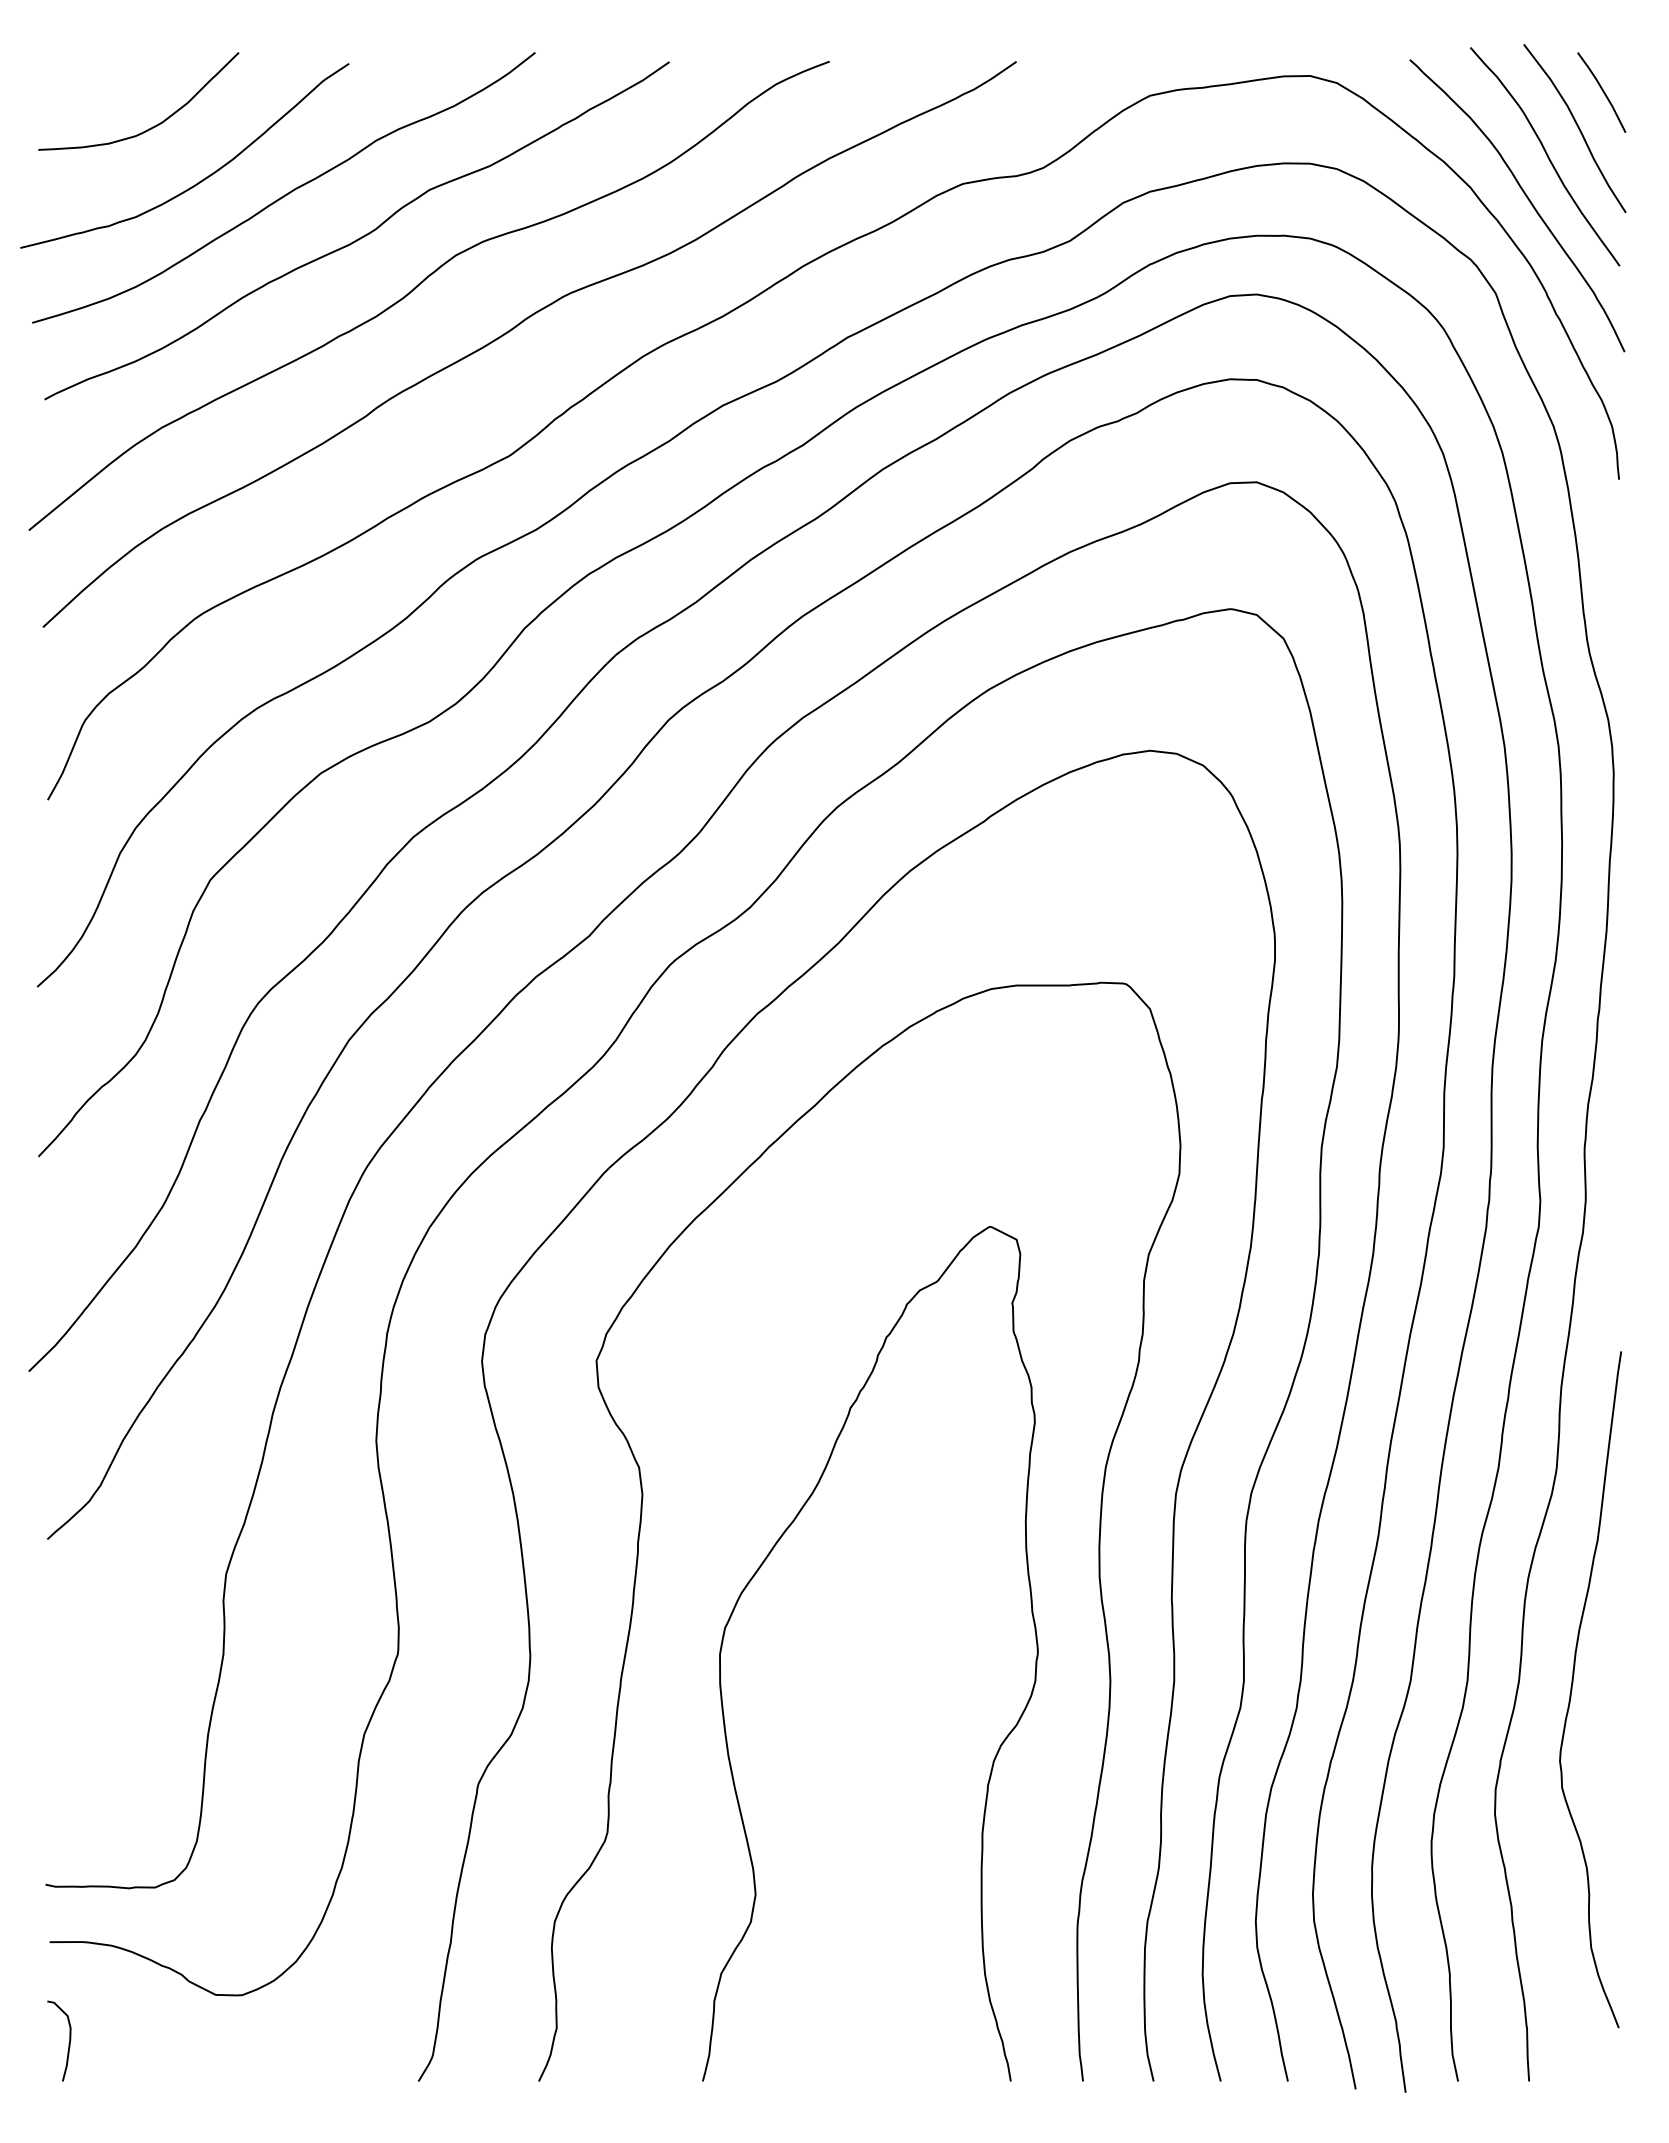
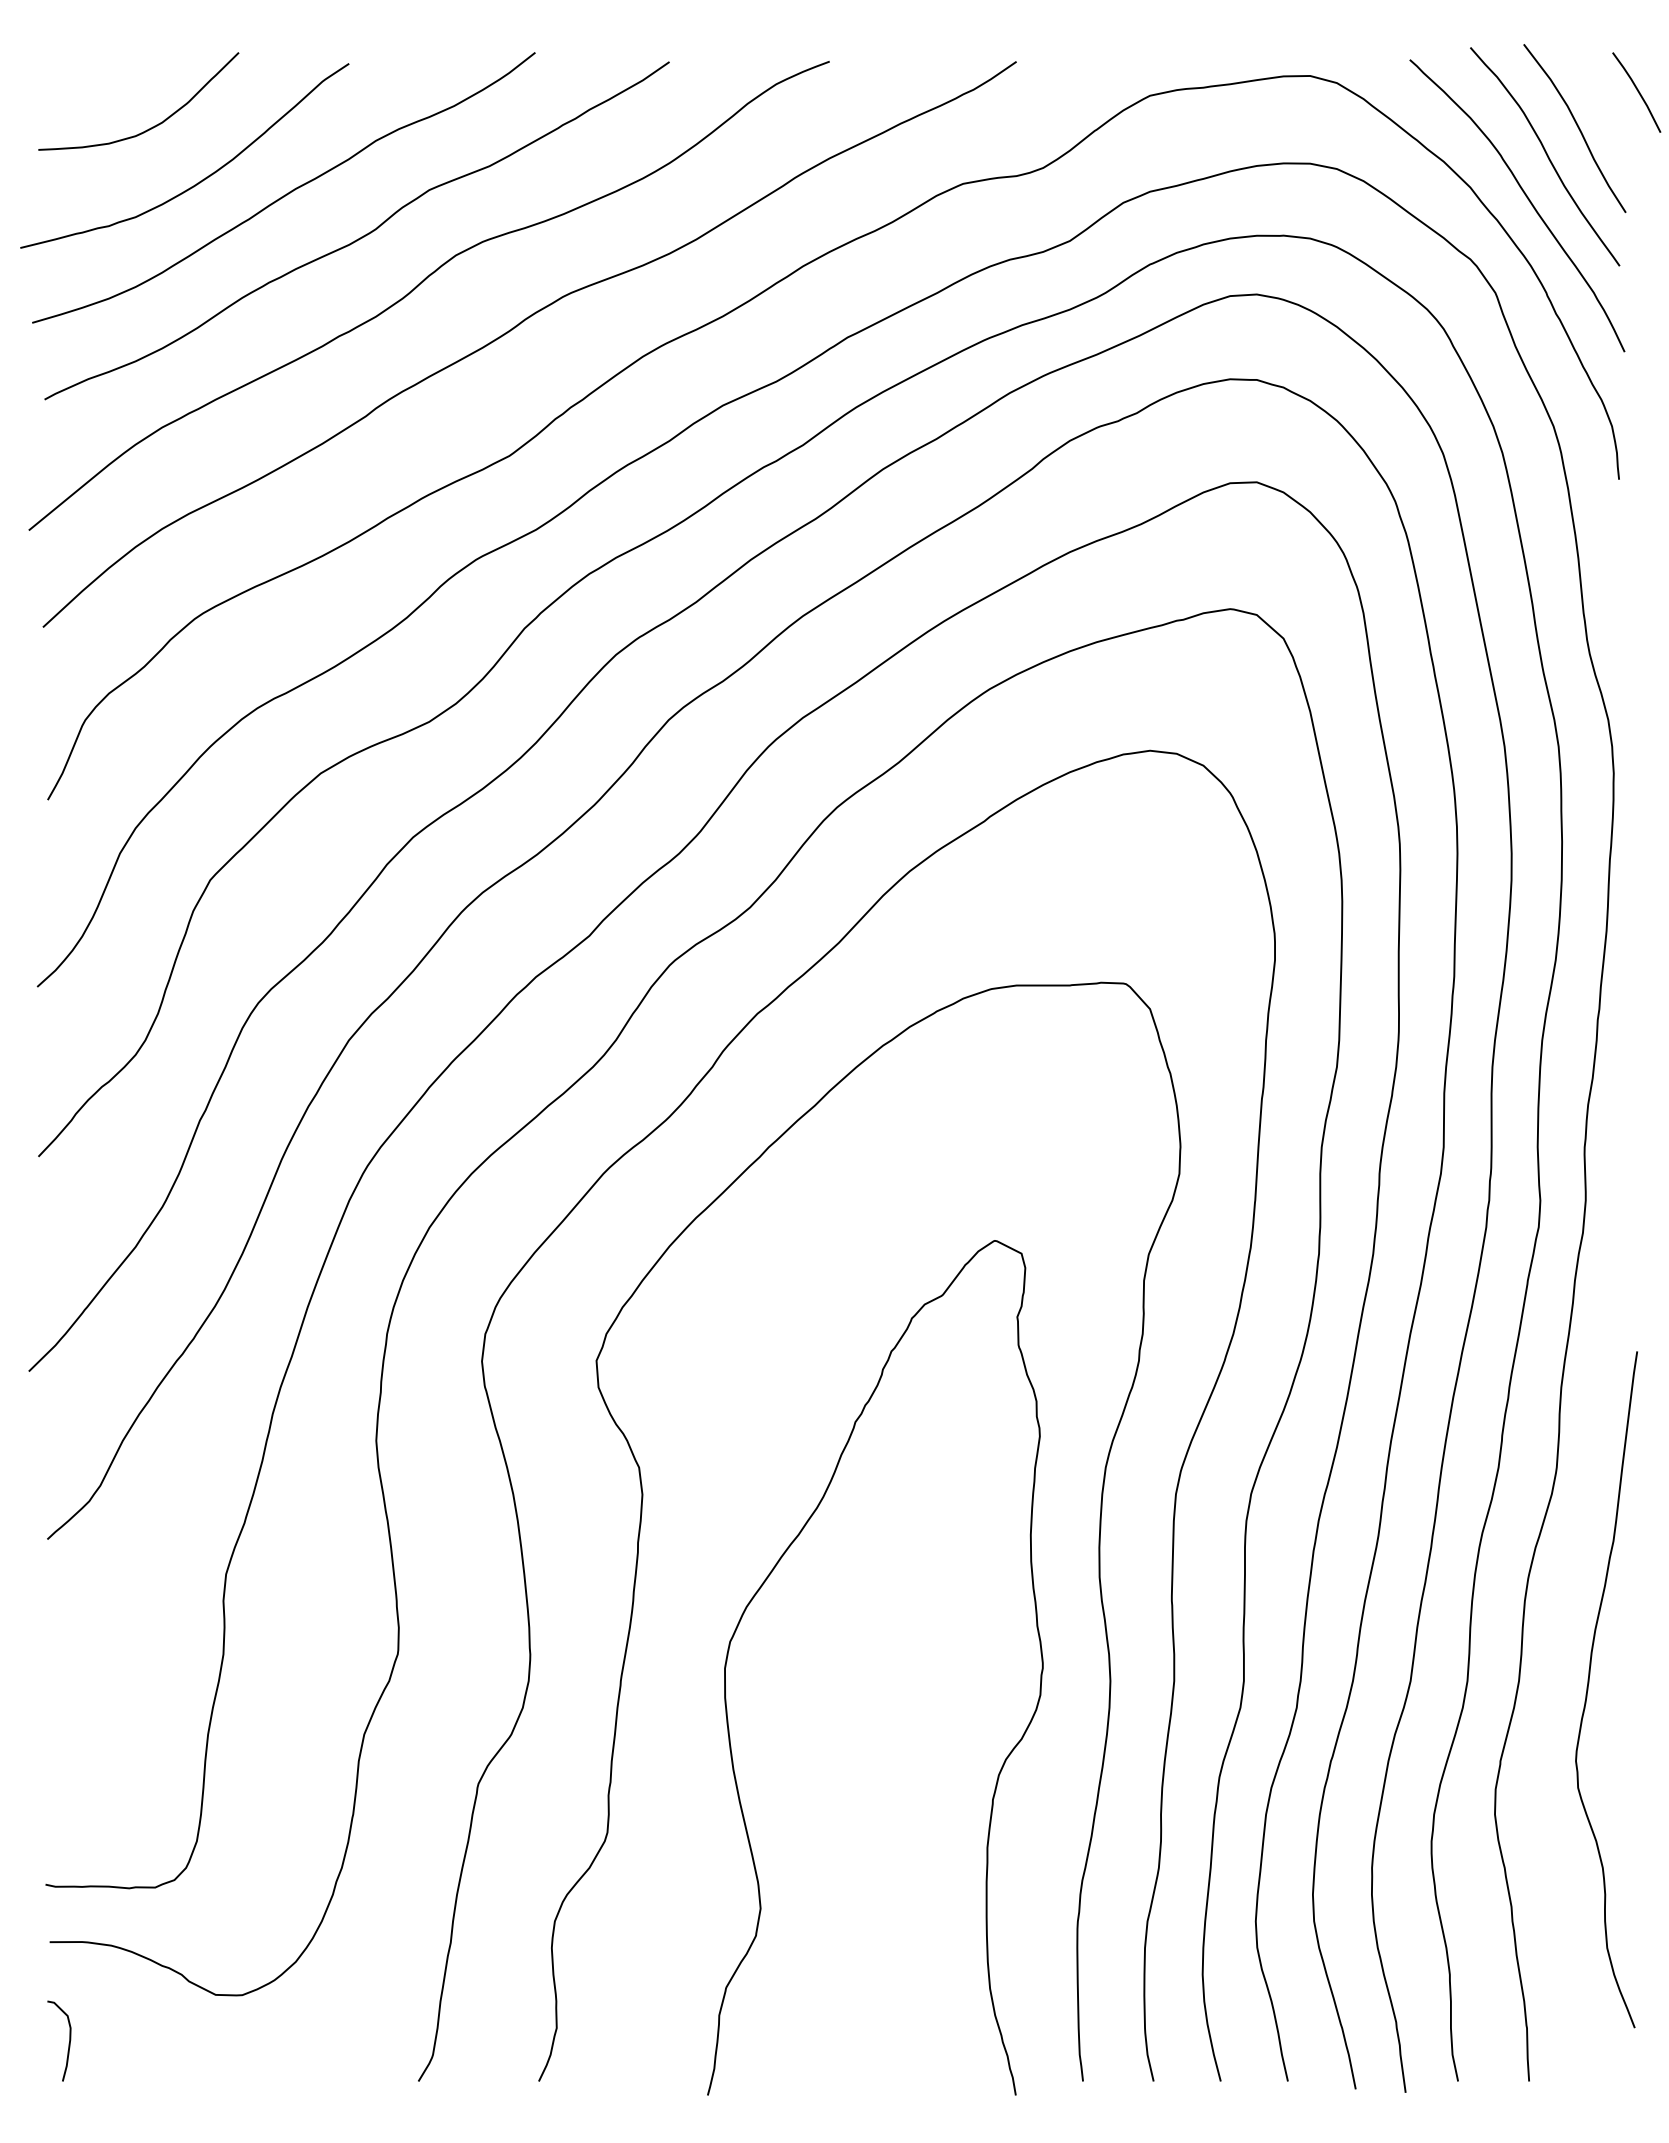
line at (1602, 91) position: (1602, 91) -> (1637, 91)
curve at (755, 1575) position: (755, 1575) -> (760, 1589)
curve at (1572, 1689) position: (1572, 1689) -> (1588, 1689)
